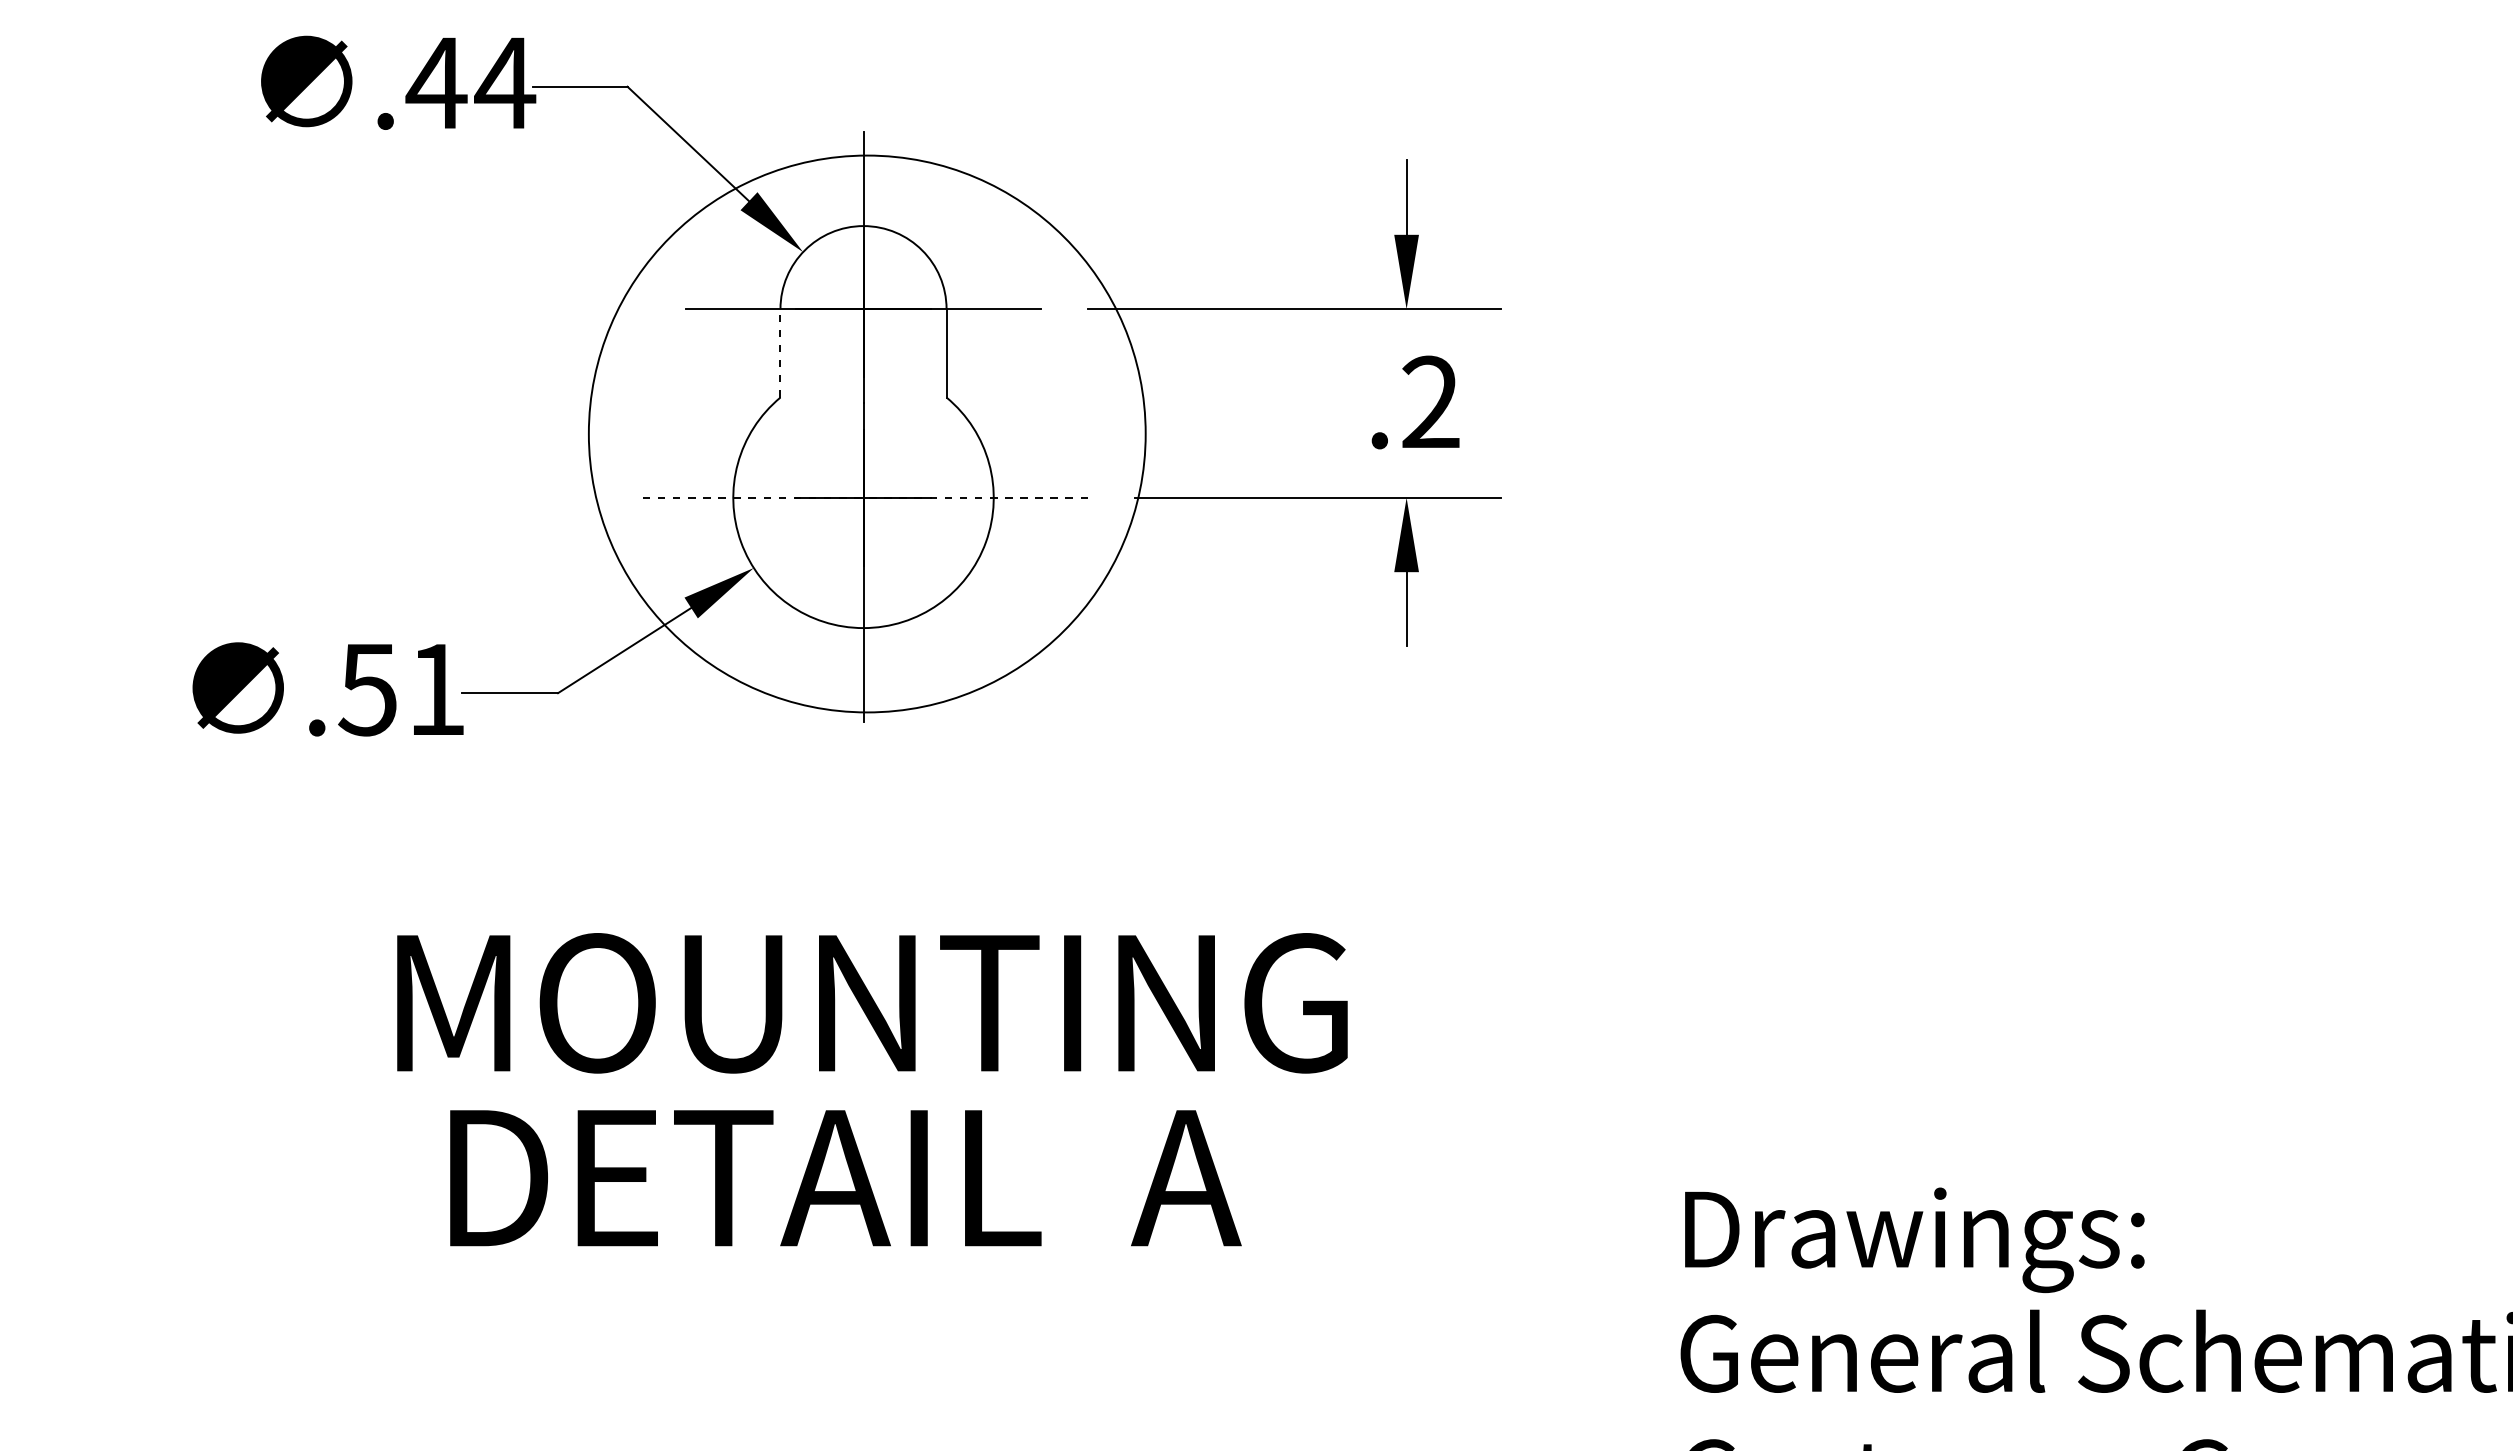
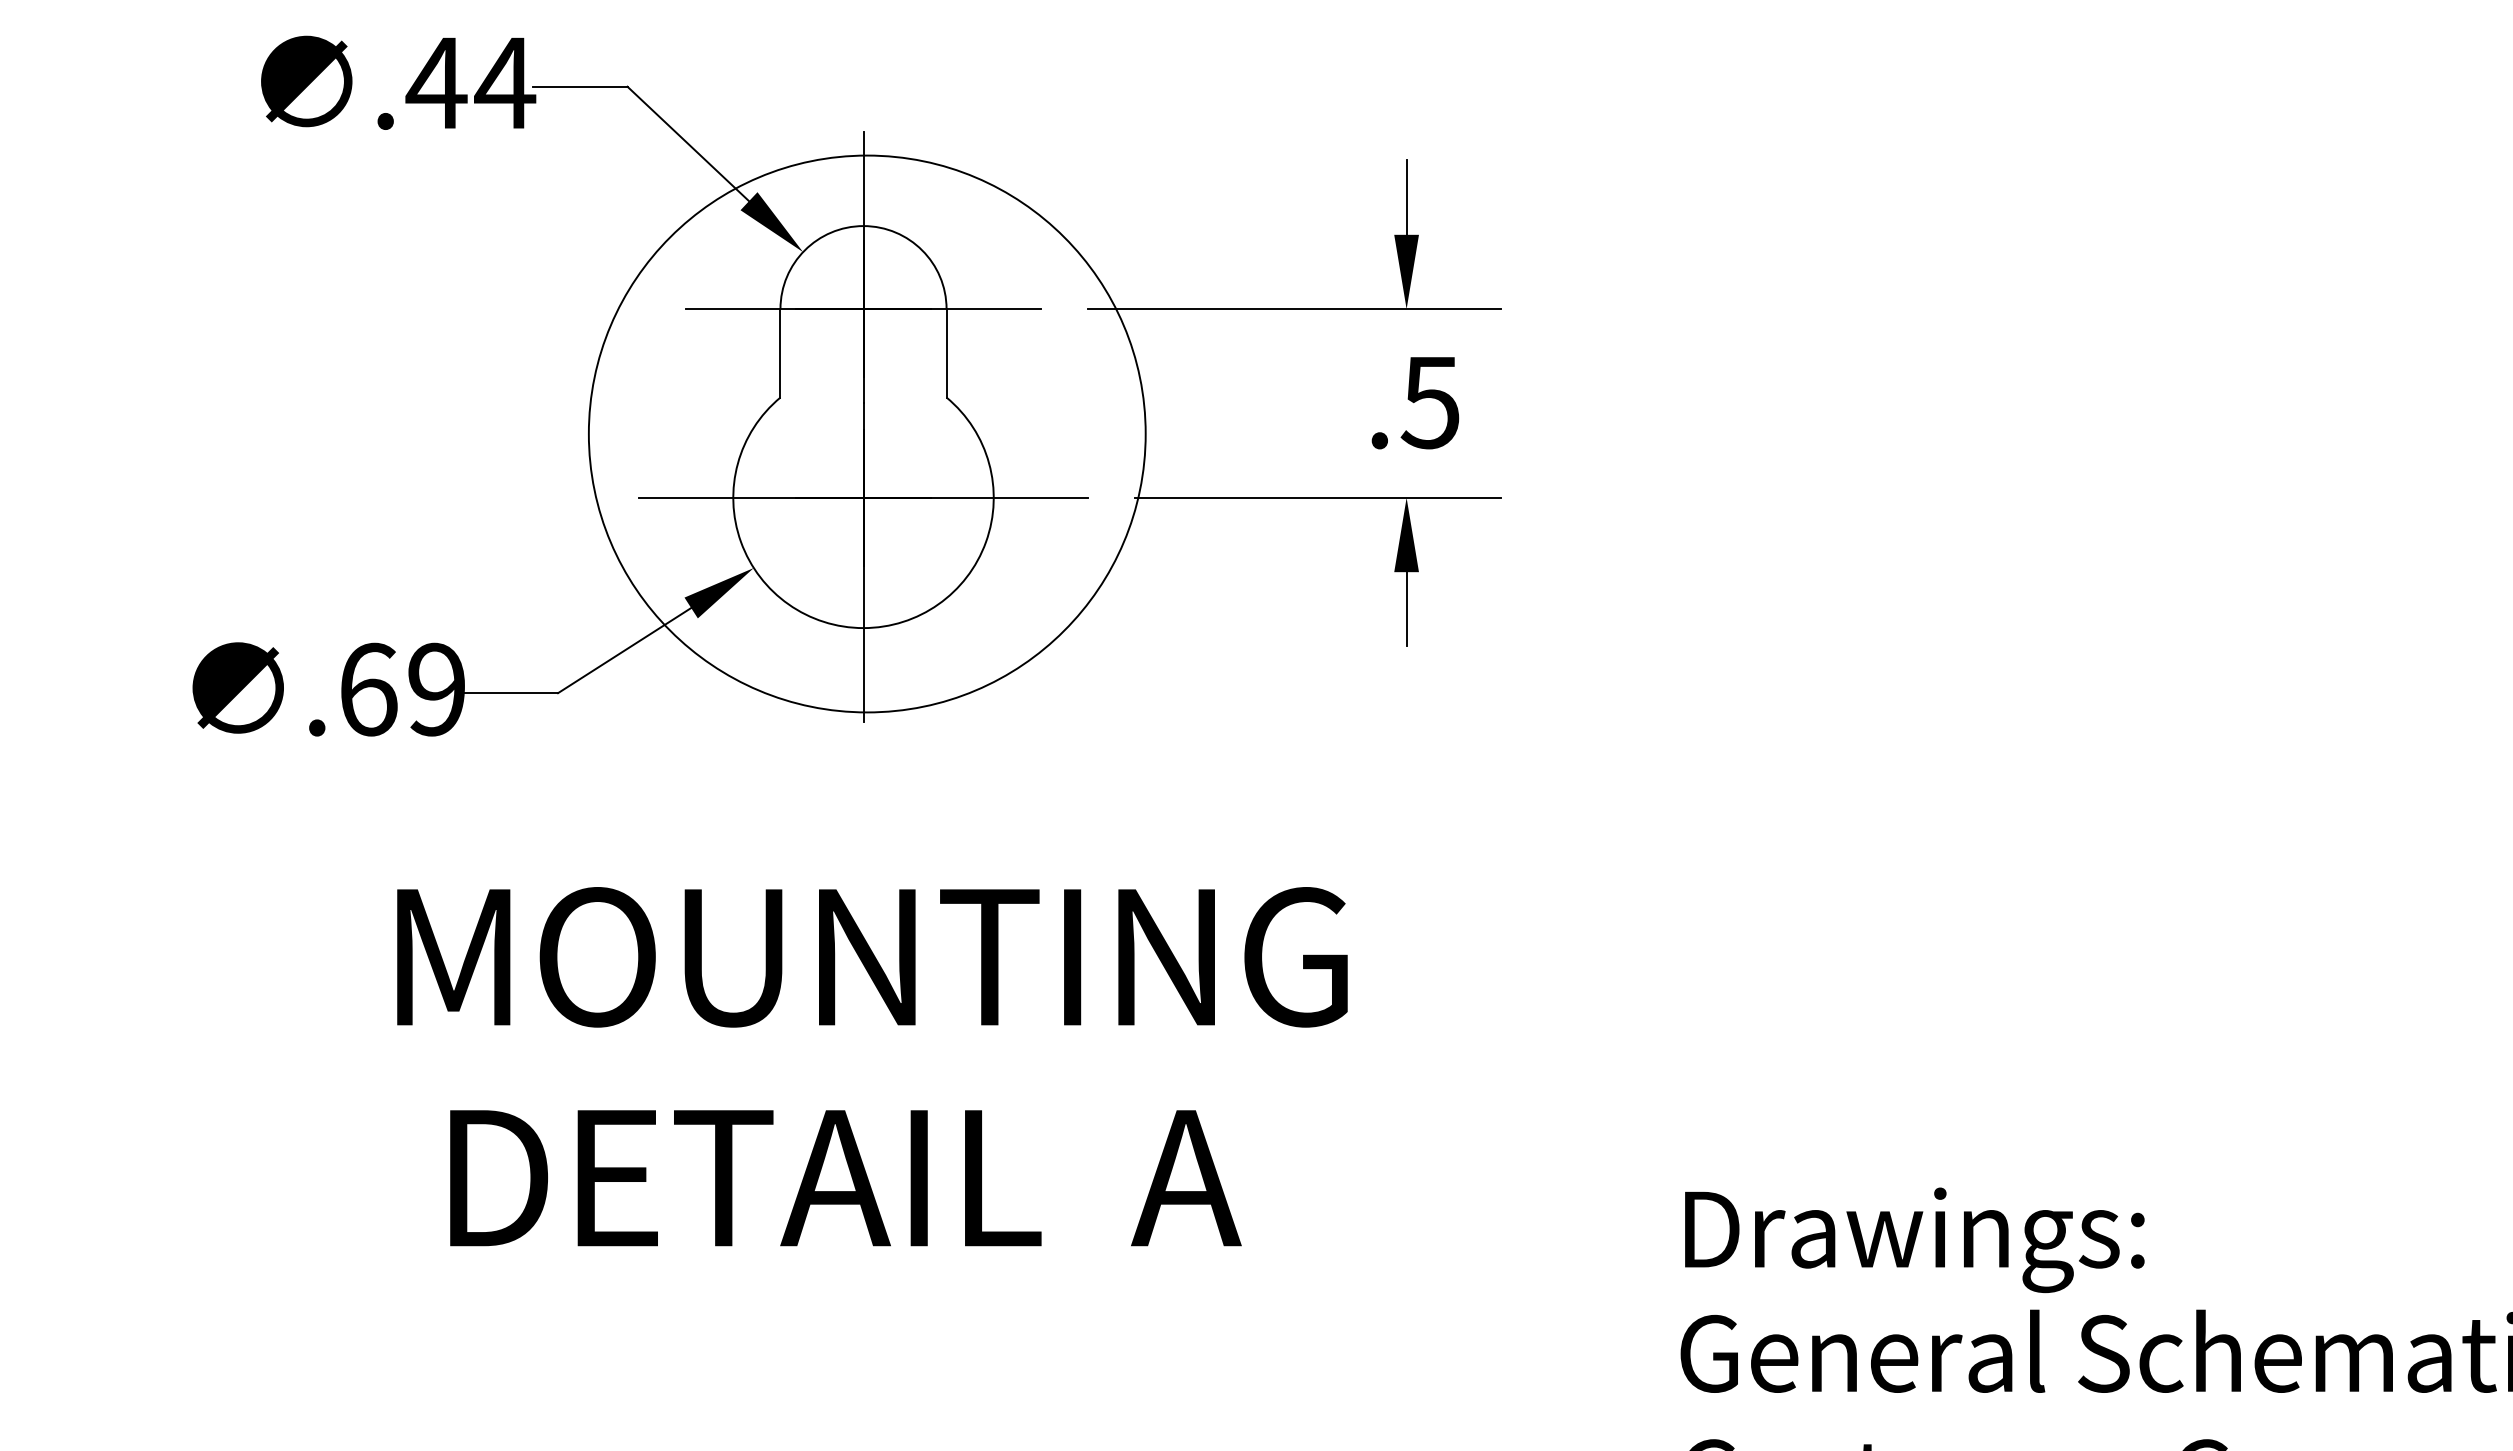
line at (780, 352): dashed -> solid
text at (1429, 402): .2 -> .5
line at (863, 497): dashed -> solid
text at (401, 689): .51 -> .69
text at (872, 1003) position: (872, 1003) -> (872, 957)
